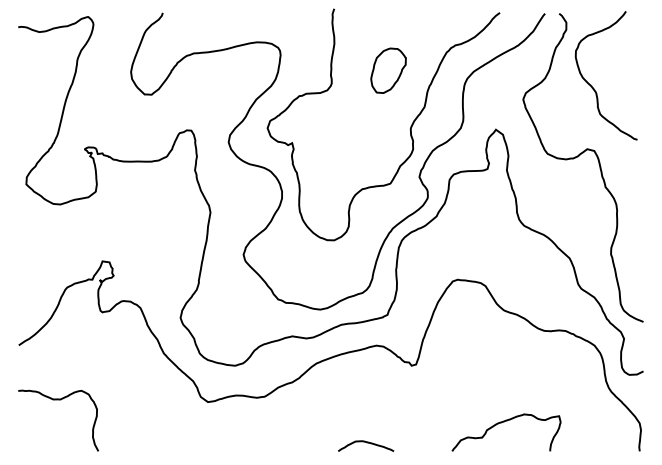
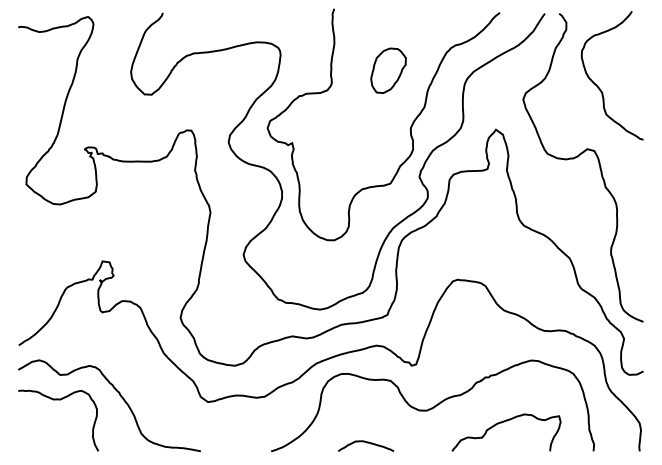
curve at (593, 87) position: (593, 87) -> (599, 87)
curve at (121, 398): none -> present
curve at (433, 406): none -> present
